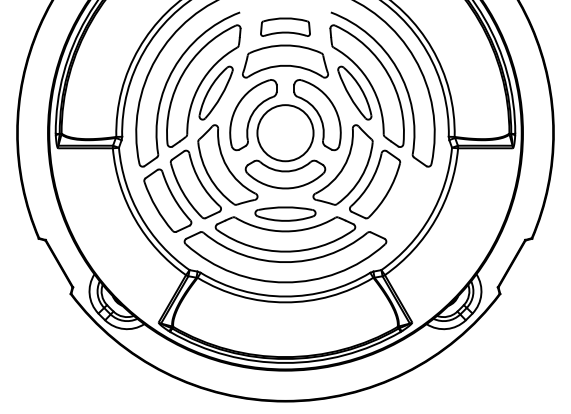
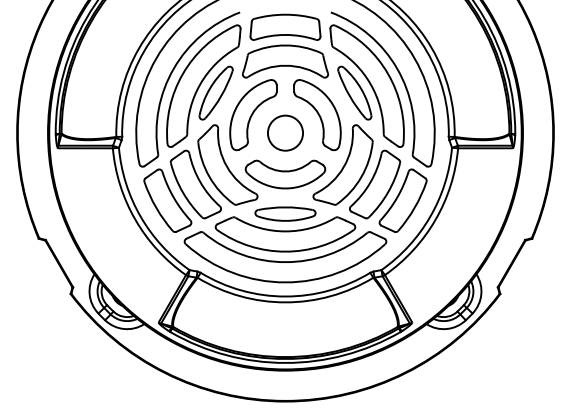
part at (285, 26) size: 51x20 px -> 73x28 px
circle at (285, 133) diameter: 56 px -> 35 px
part at (402, 200): none -> present
